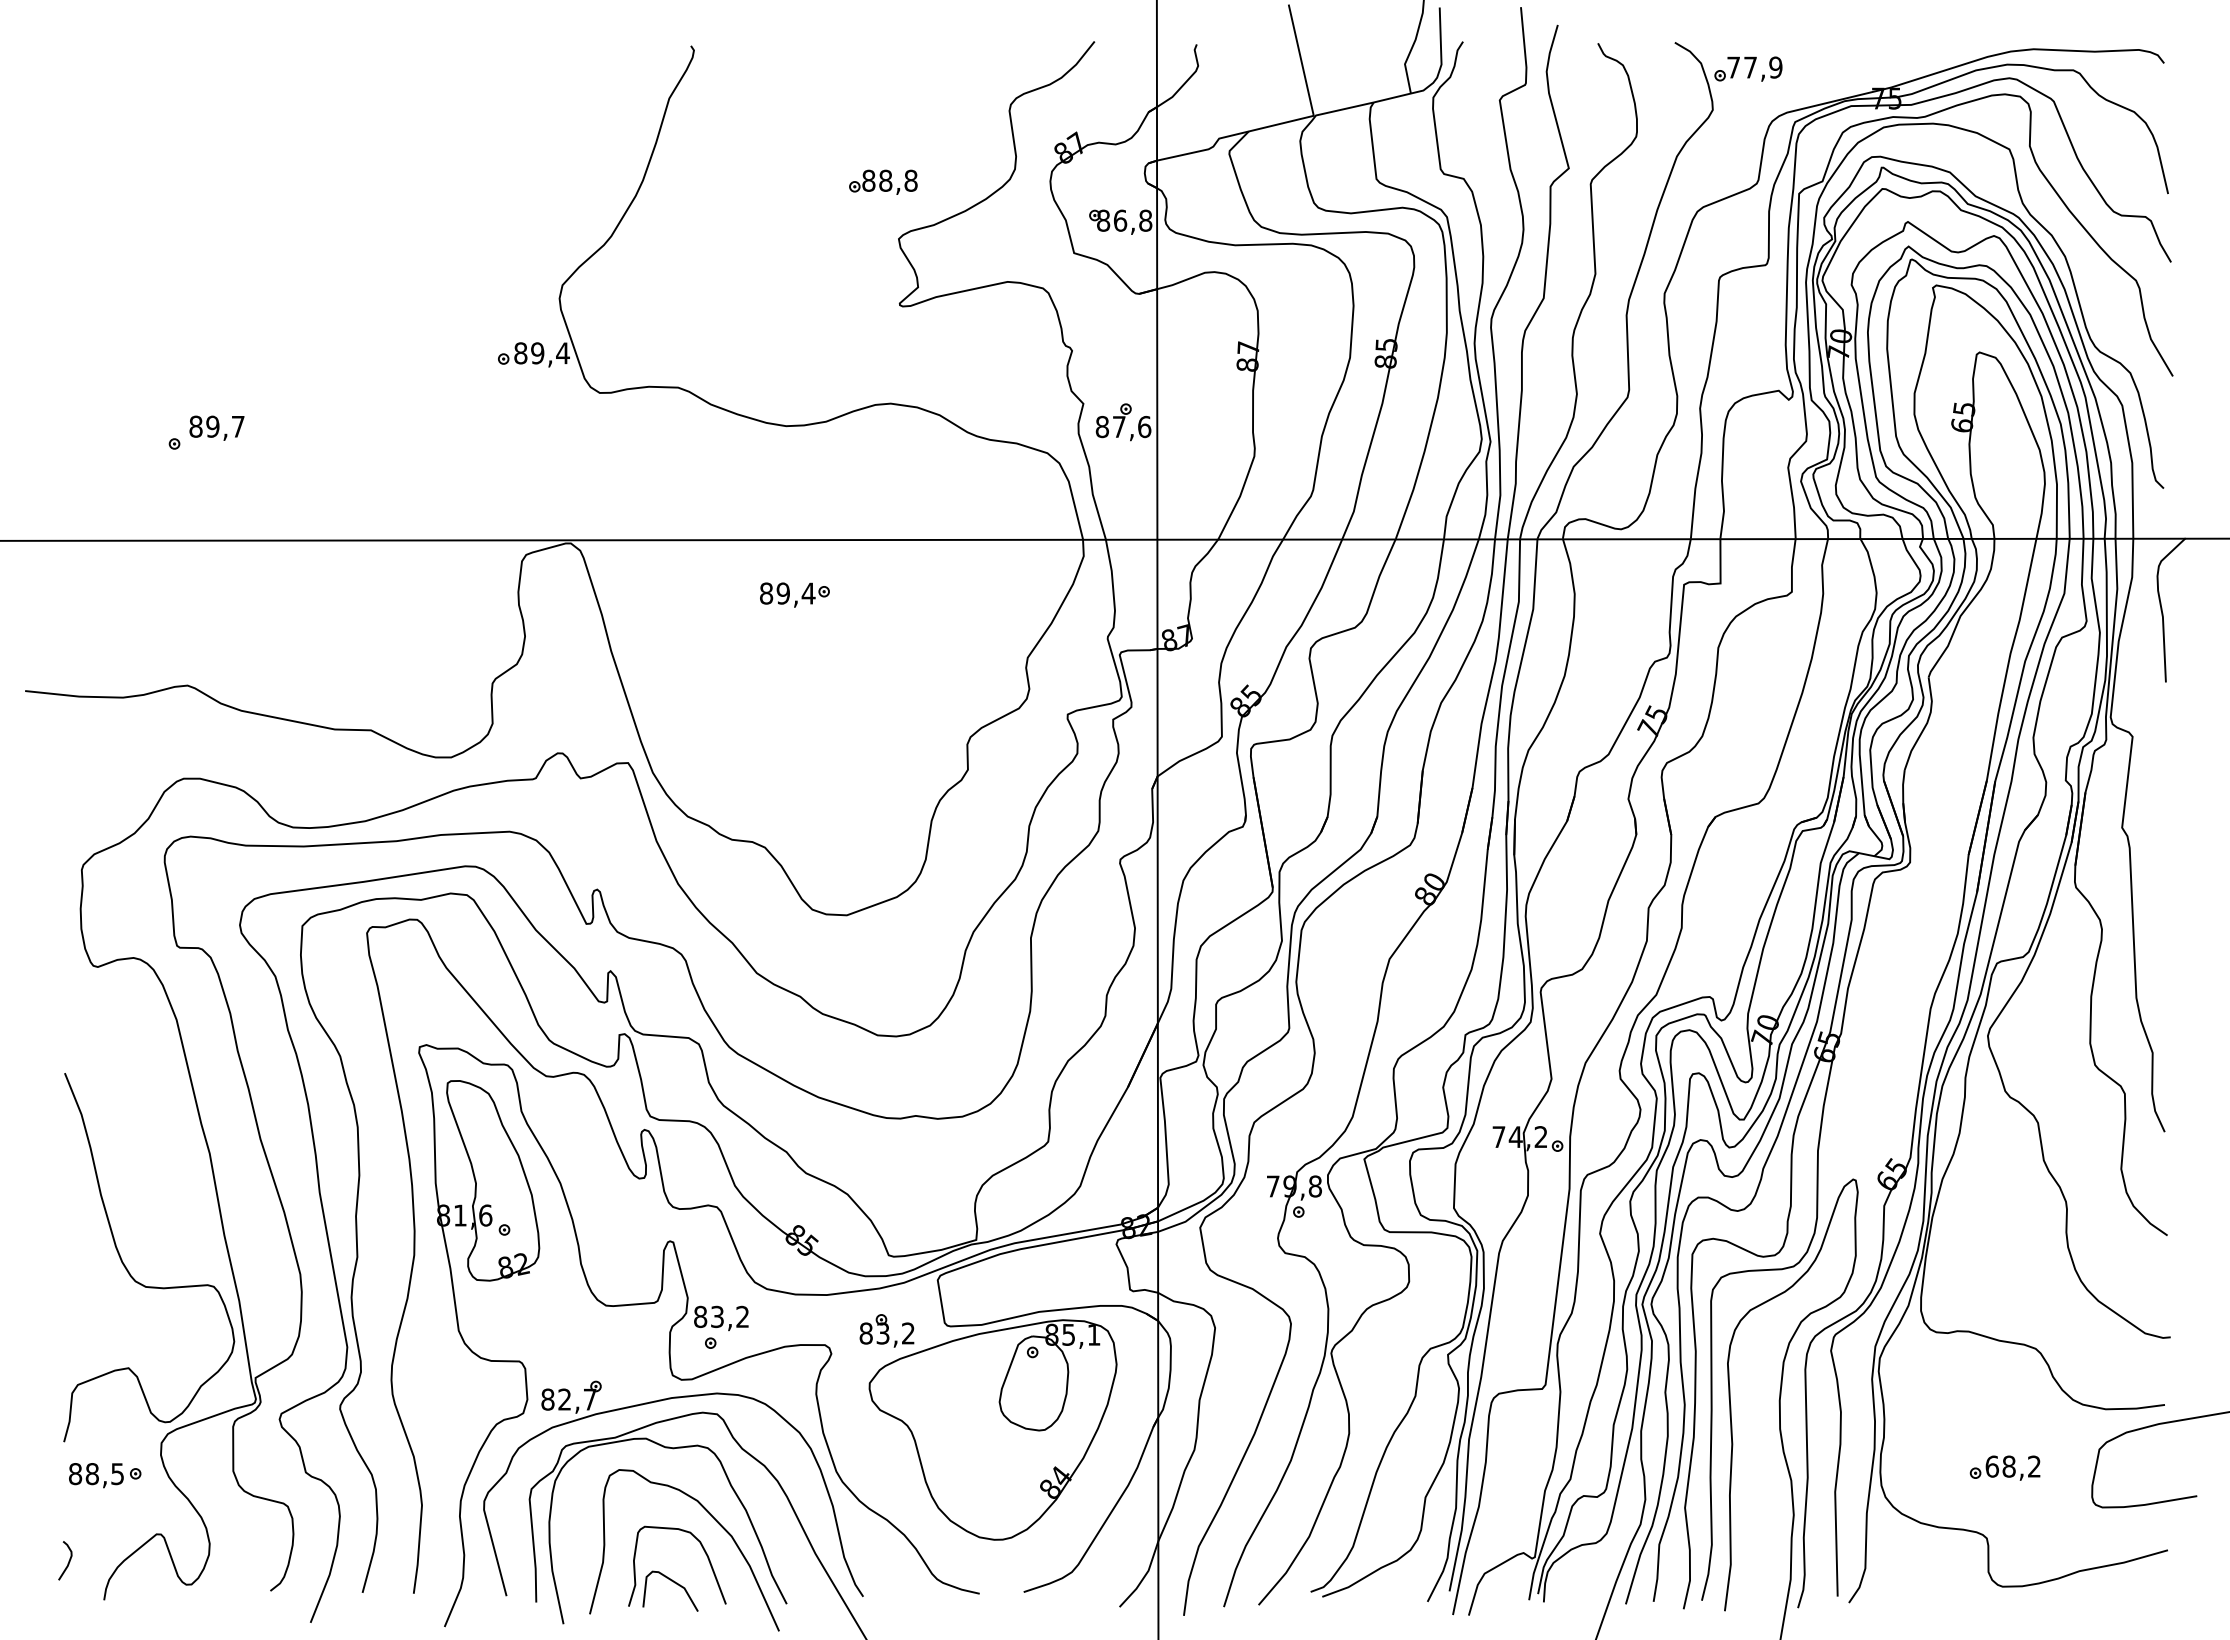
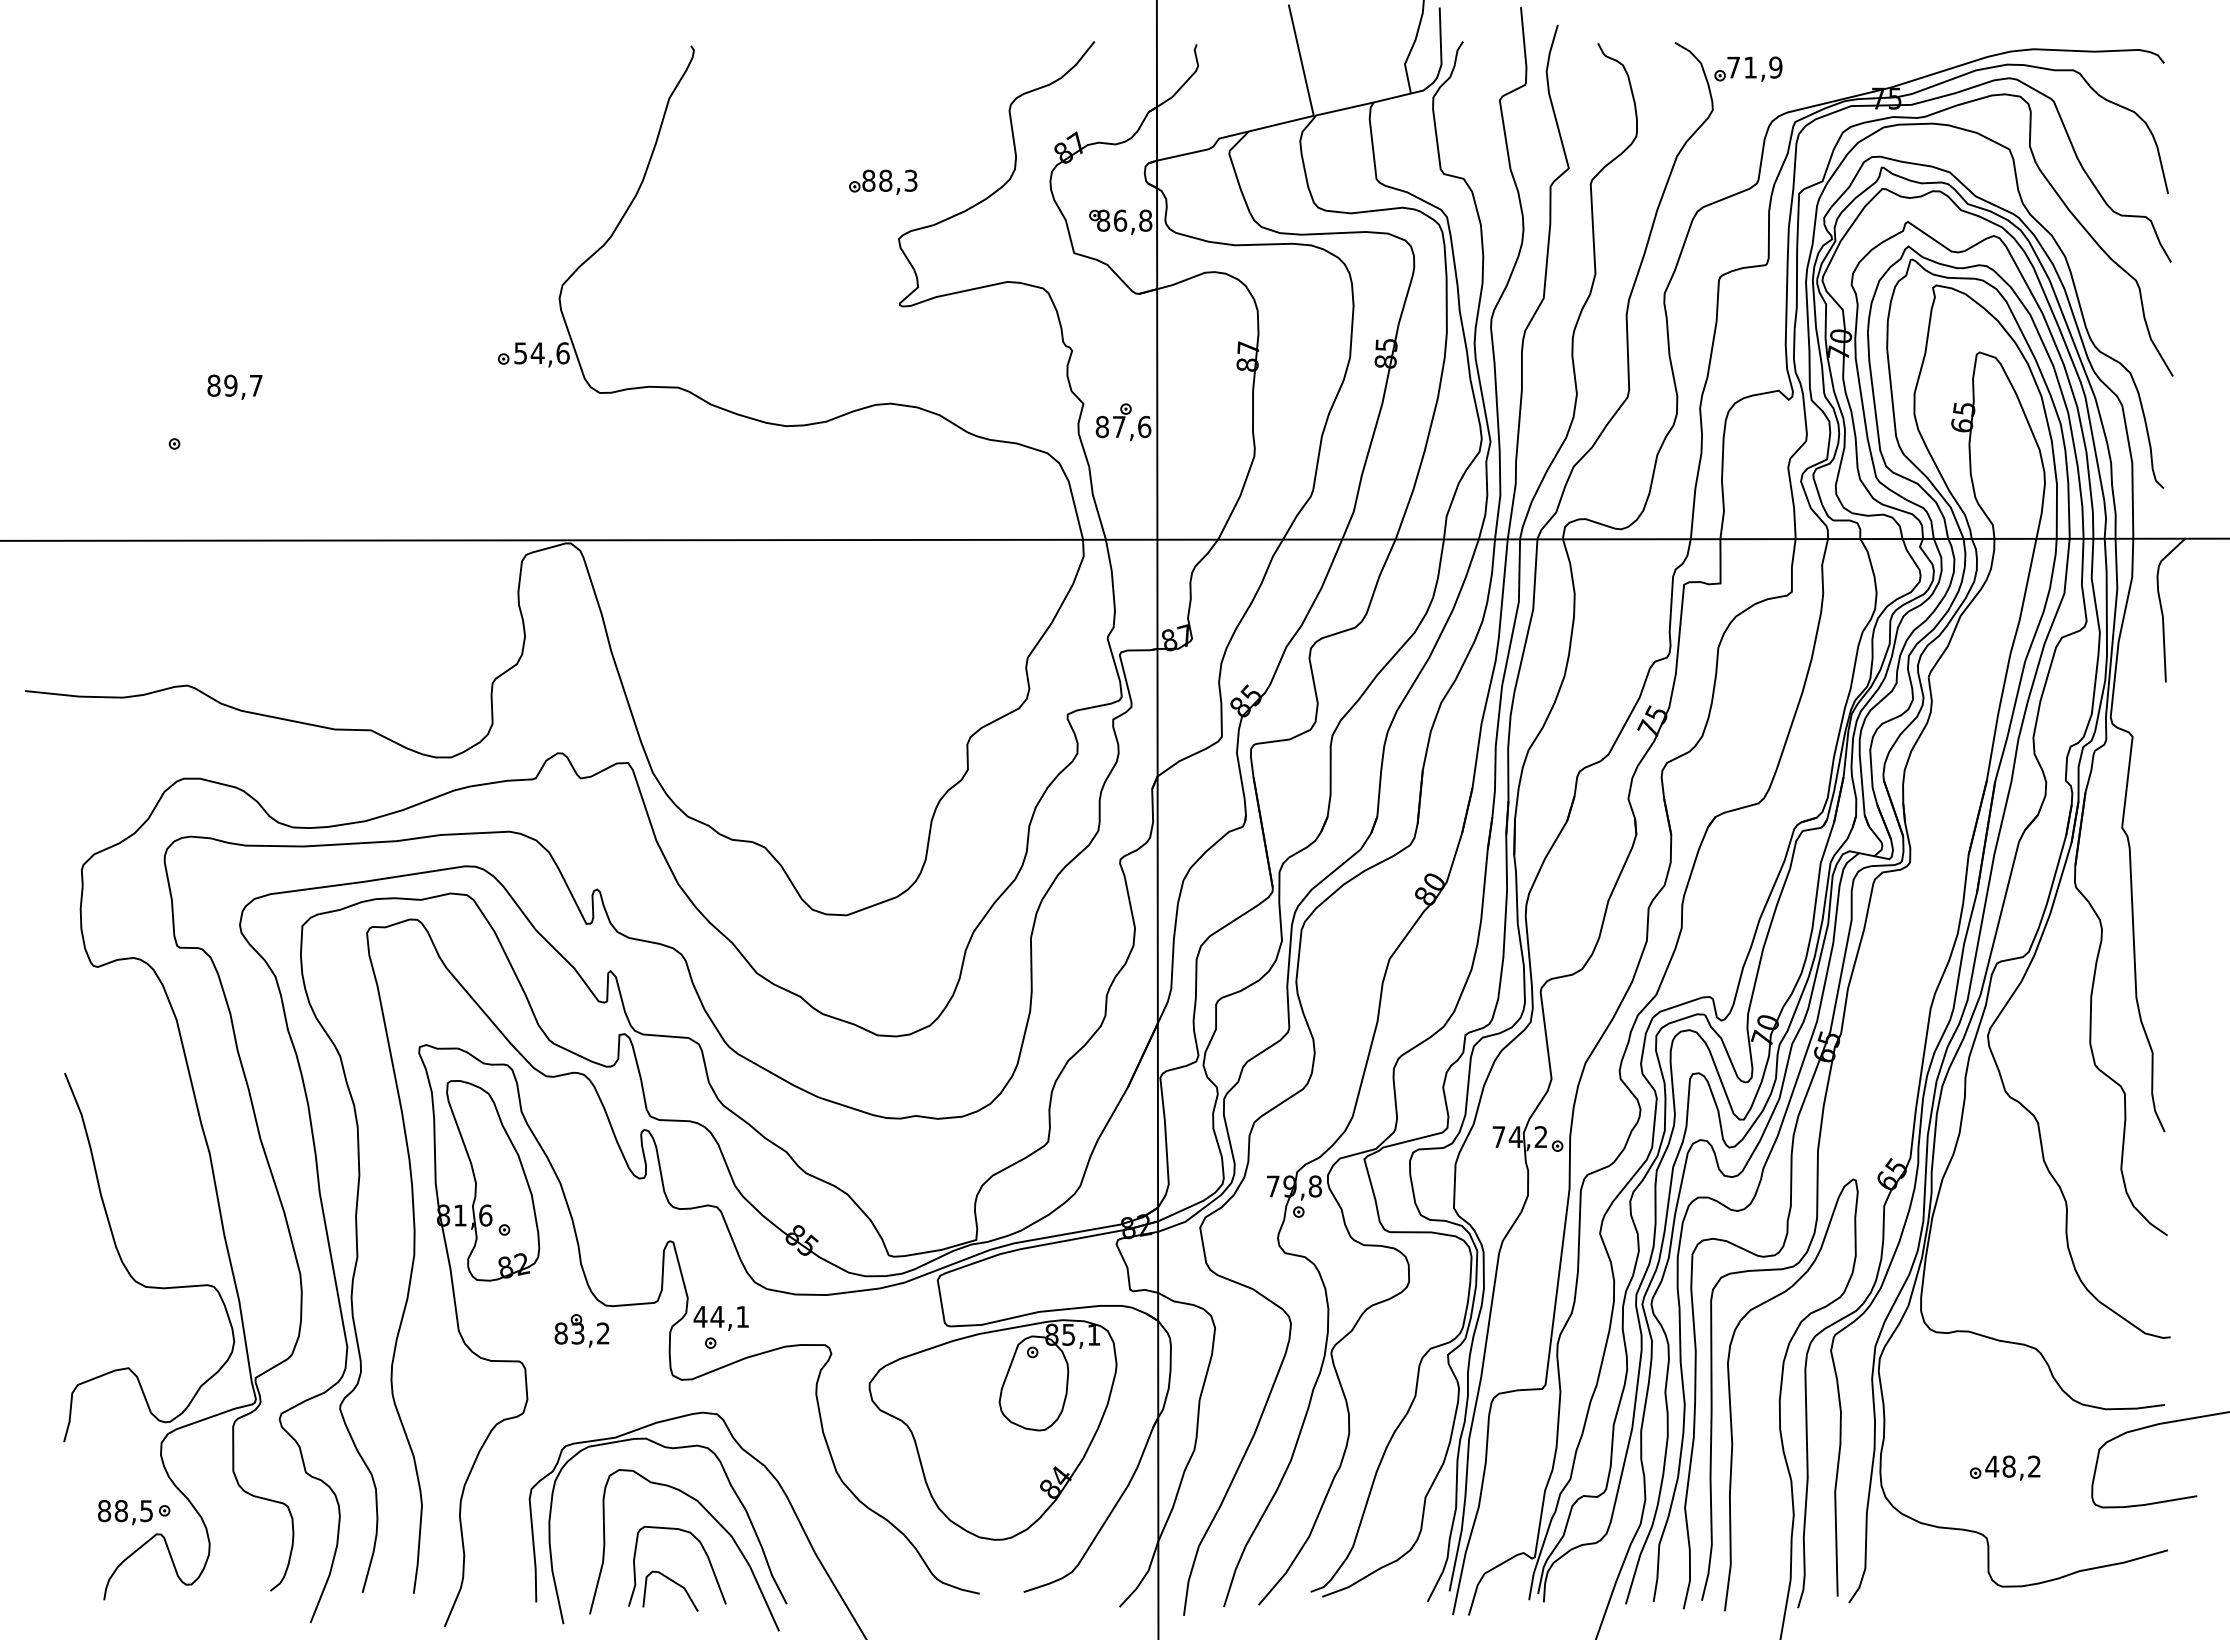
text at (1750, 67): 77,9 -> 71,9
text at (910, 180): 88,8 -> 88,3
text at (541, 353): 89,4 -> 54,6
text at (216, 427) position: (216, 427) -> (234, 386)
part at (794, 594): present -> none
text at (720, 1316): 83,2 -> 44,1
part at (886, 1330) position: (886, 1330) -> (581, 1330)
part at (652, 1403): present -> none
text at (1992, 1466): 68,2 -> 48,2
part at (105, 1475) position: (105, 1475) -> (134, 1512)
curve at (68, 1560): present -> none
